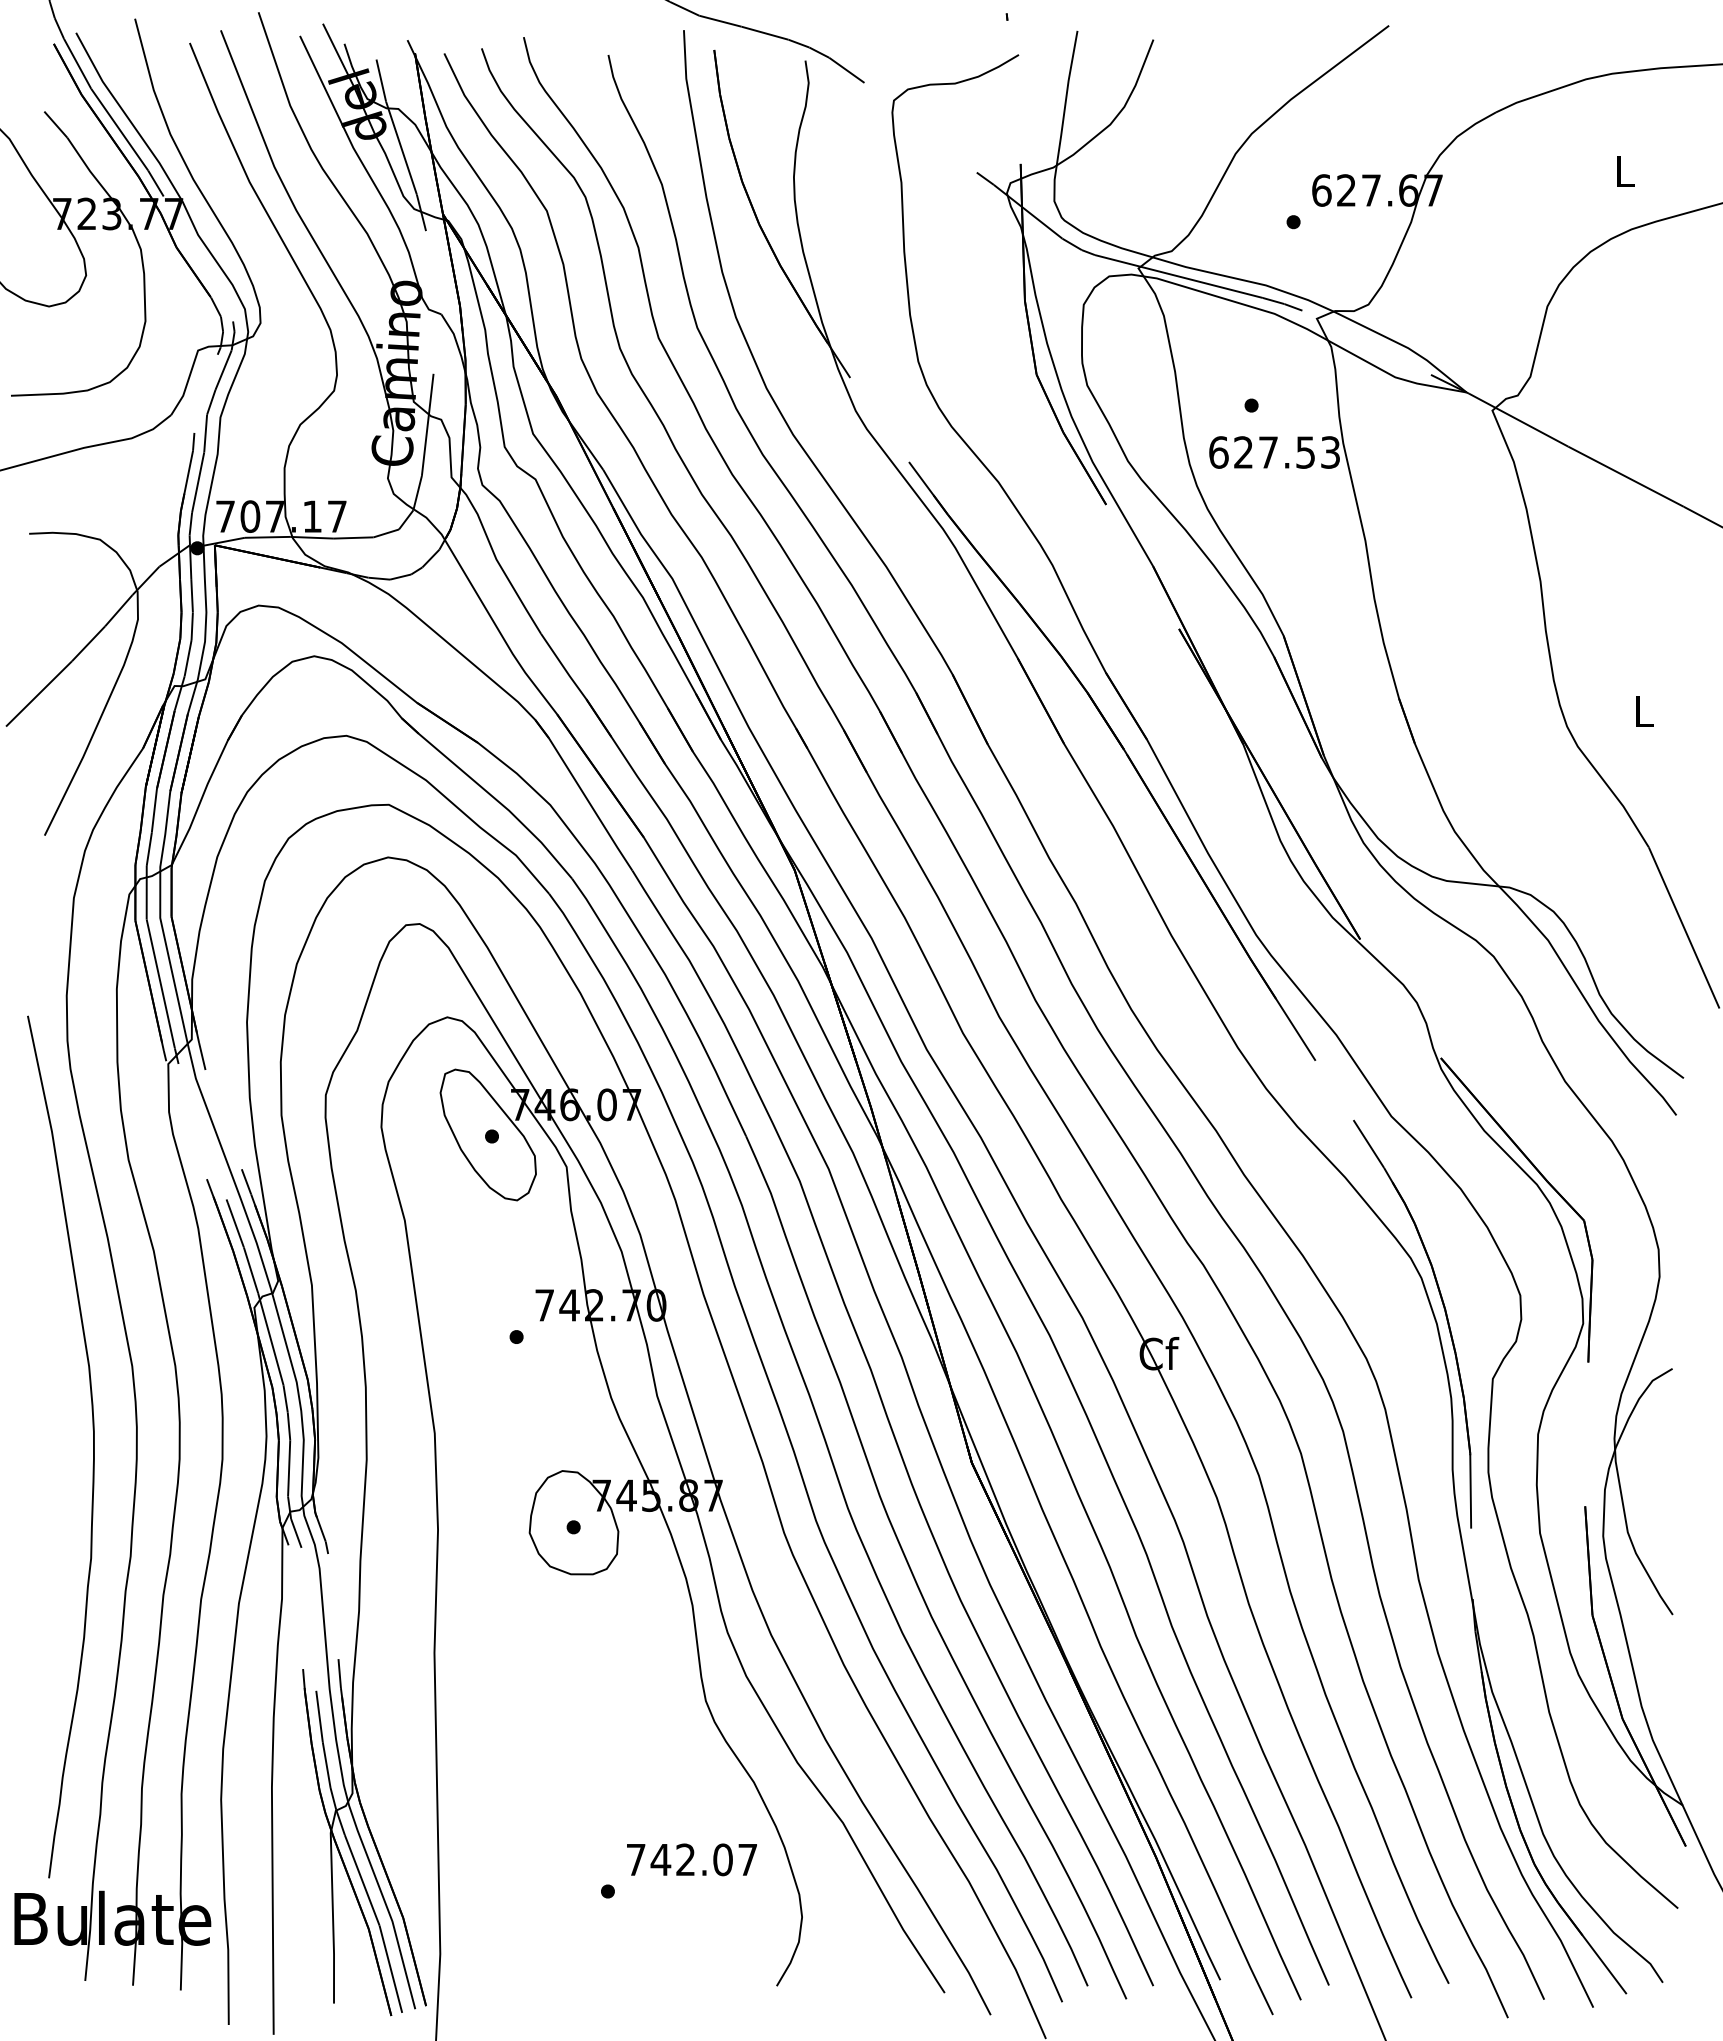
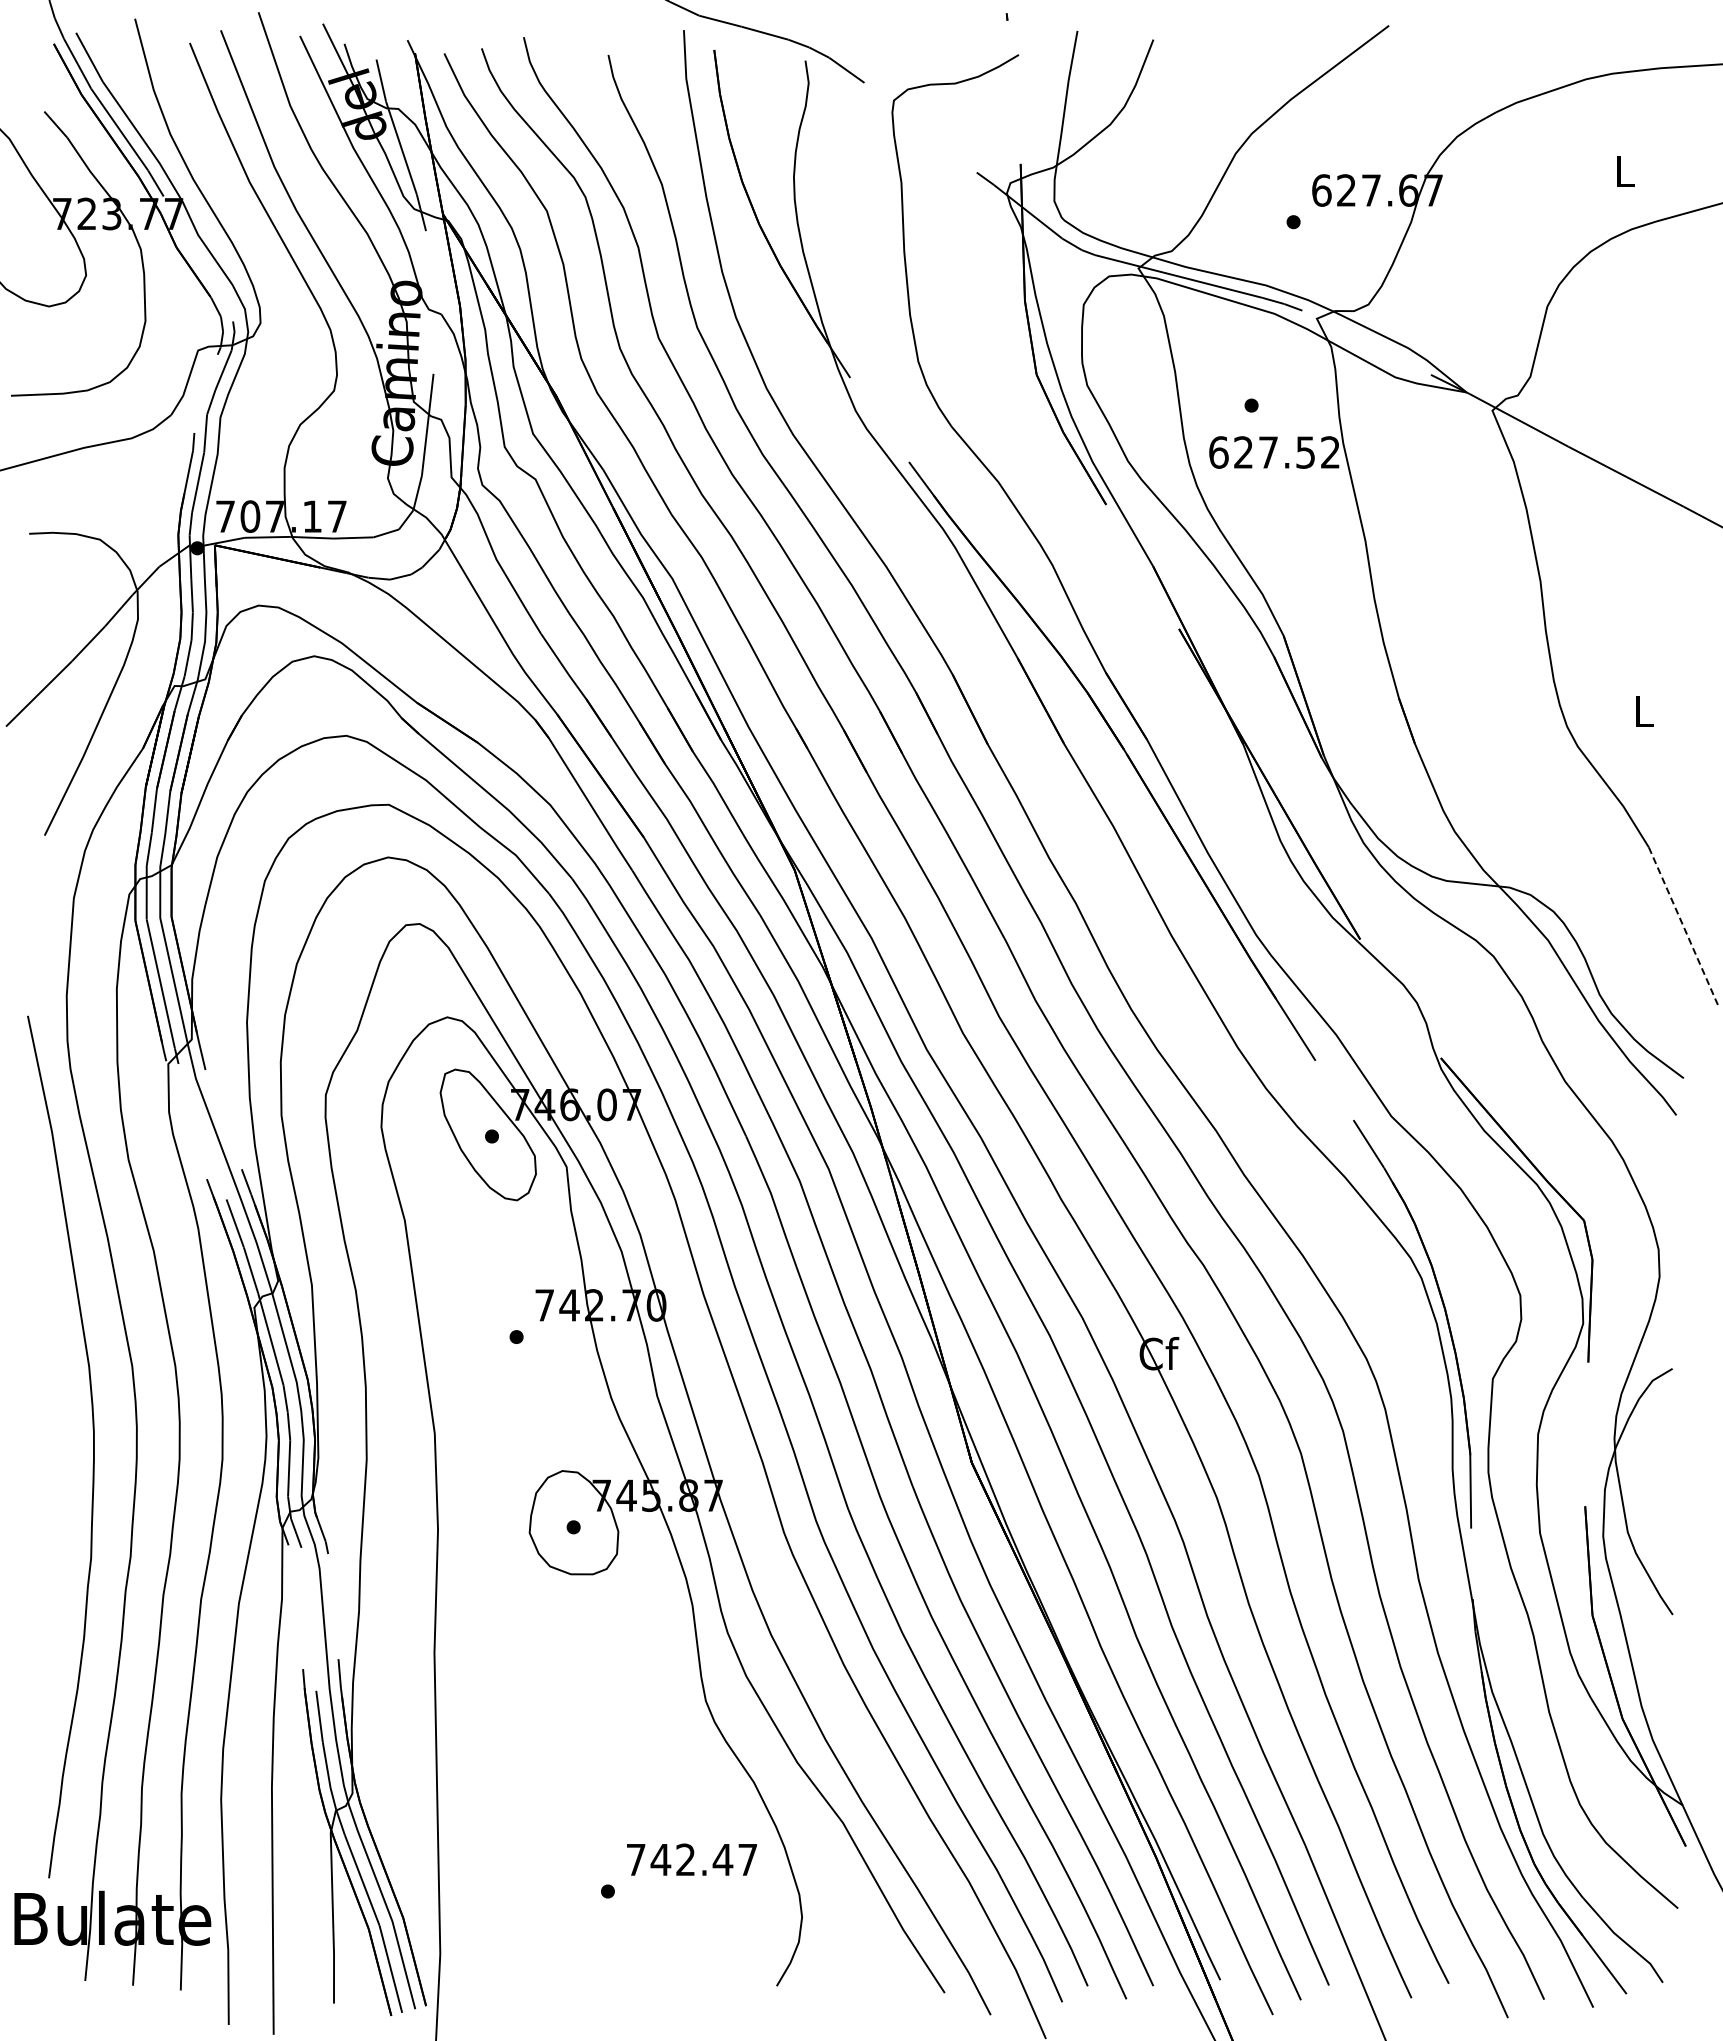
text at (1330, 452): 627.53 -> 627.52
line at (1684, 927): solid -> dashed
text at (722, 1859): 742.07 -> 742.47
